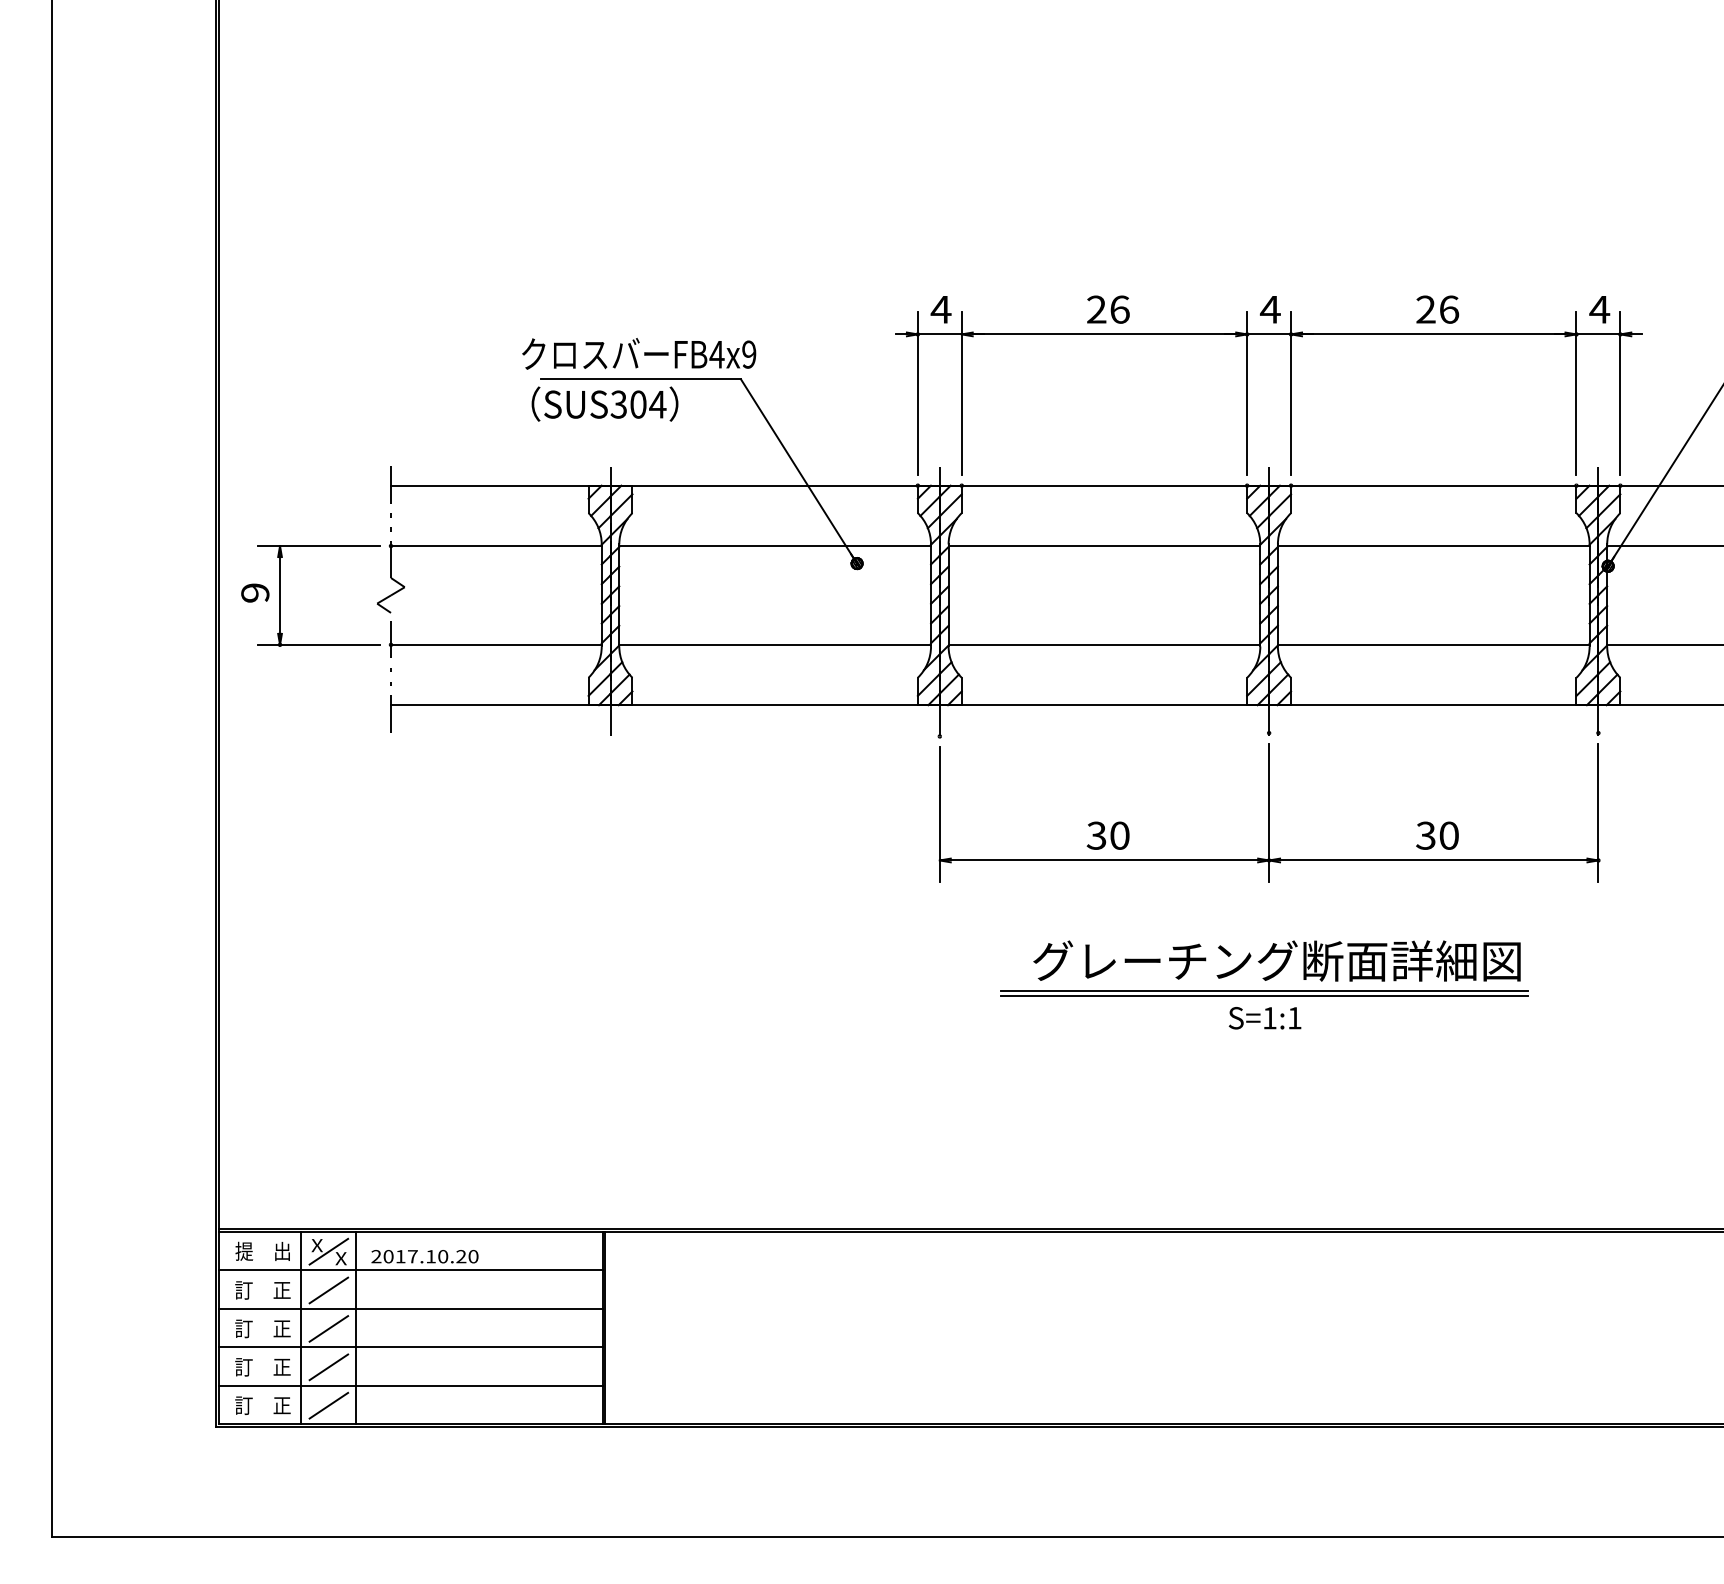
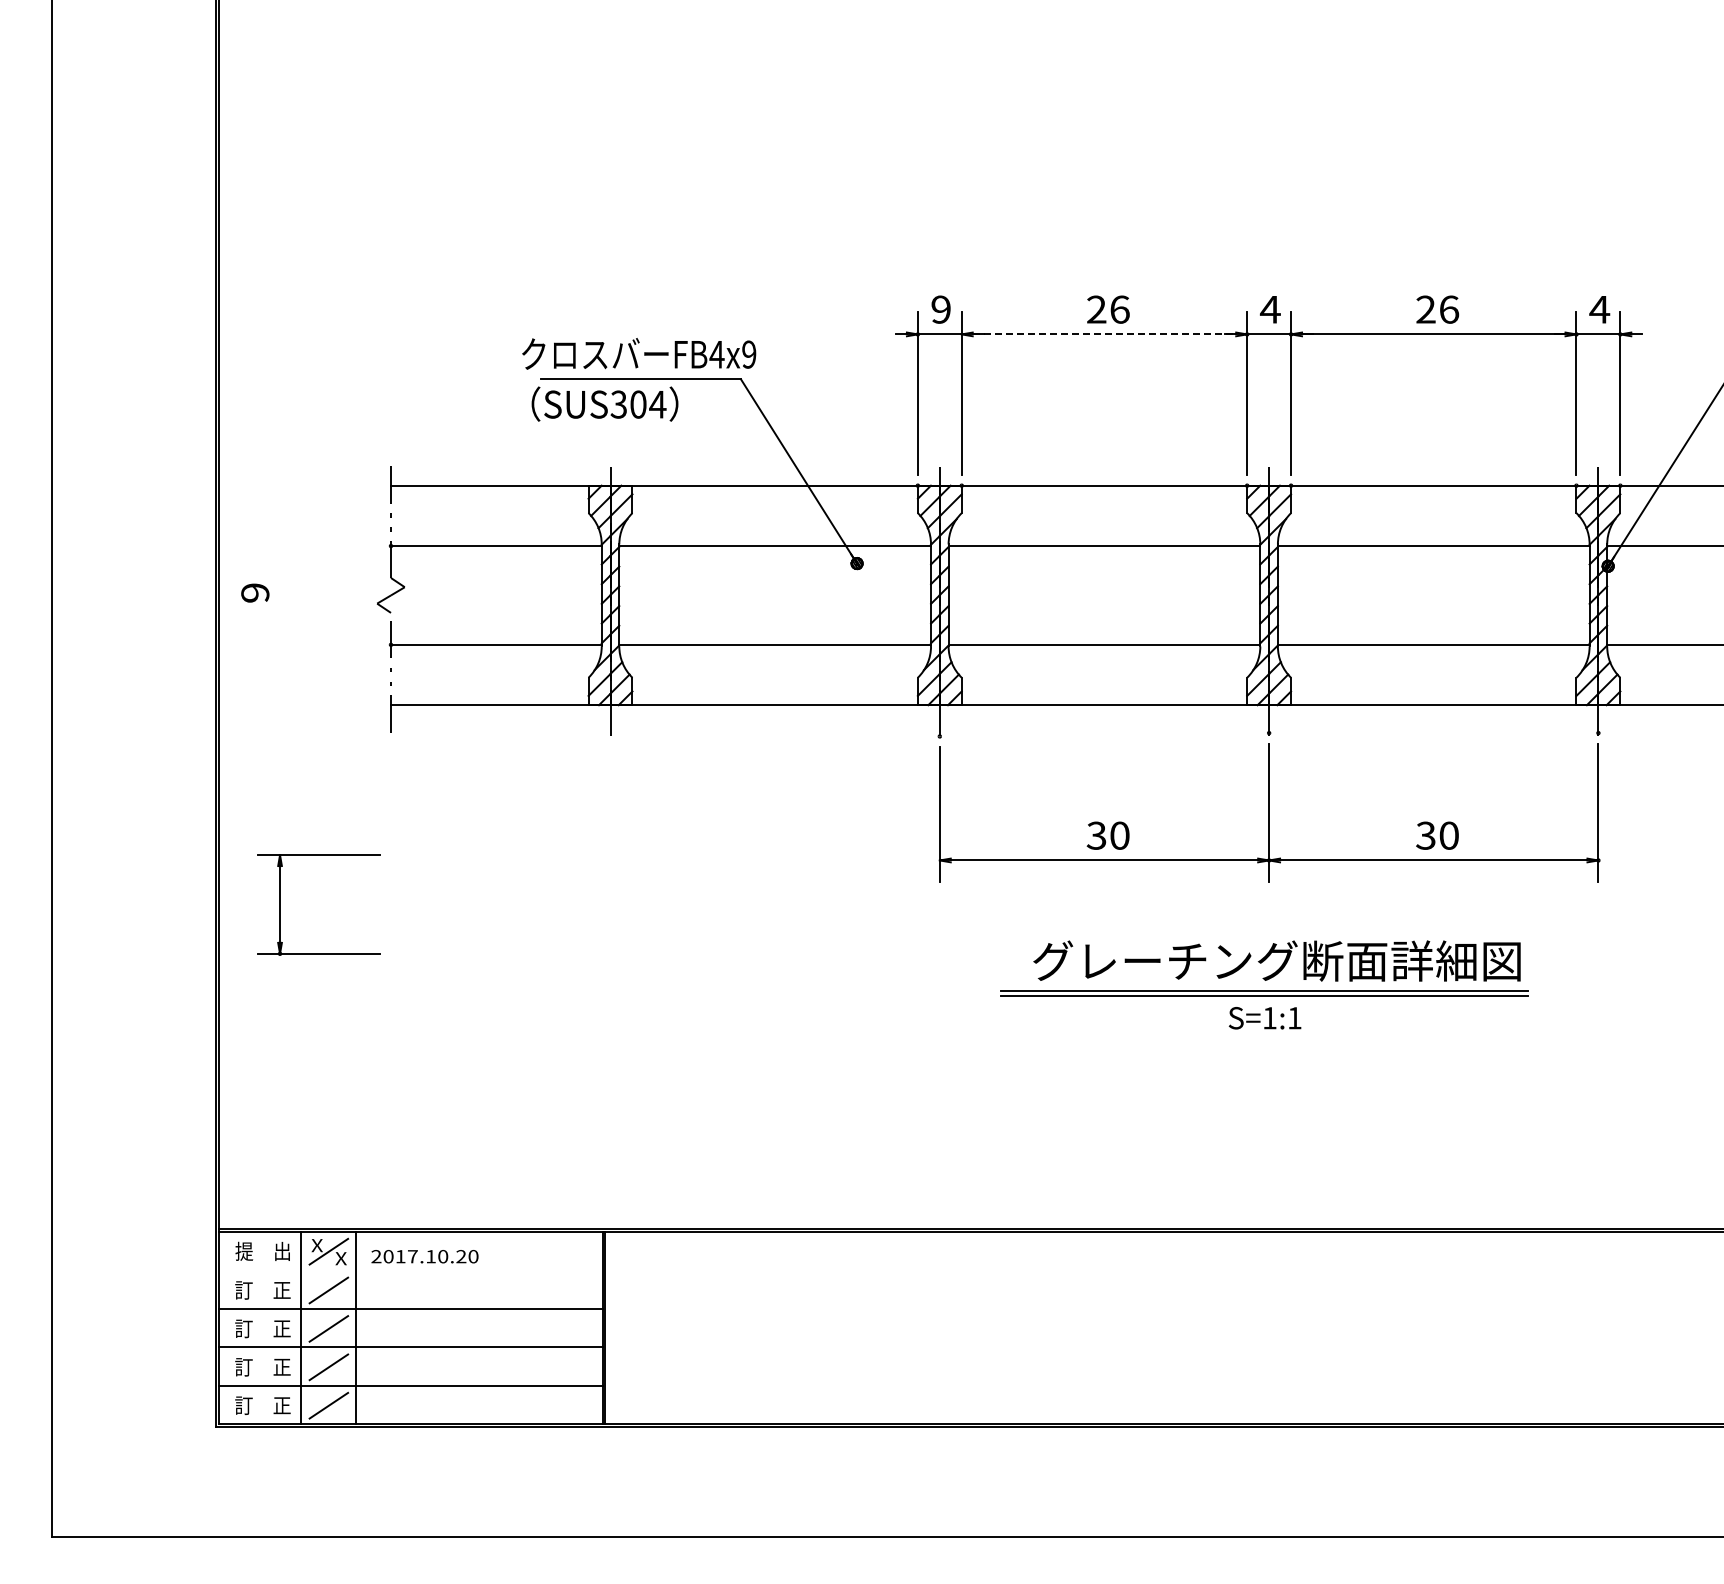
text at (940, 309): 4 -> 9
line at (1104, 334): solid -> dashed
part at (280, 595) position: (280, 595) -> (280, 904)
line at (411, 1270): present -> none
